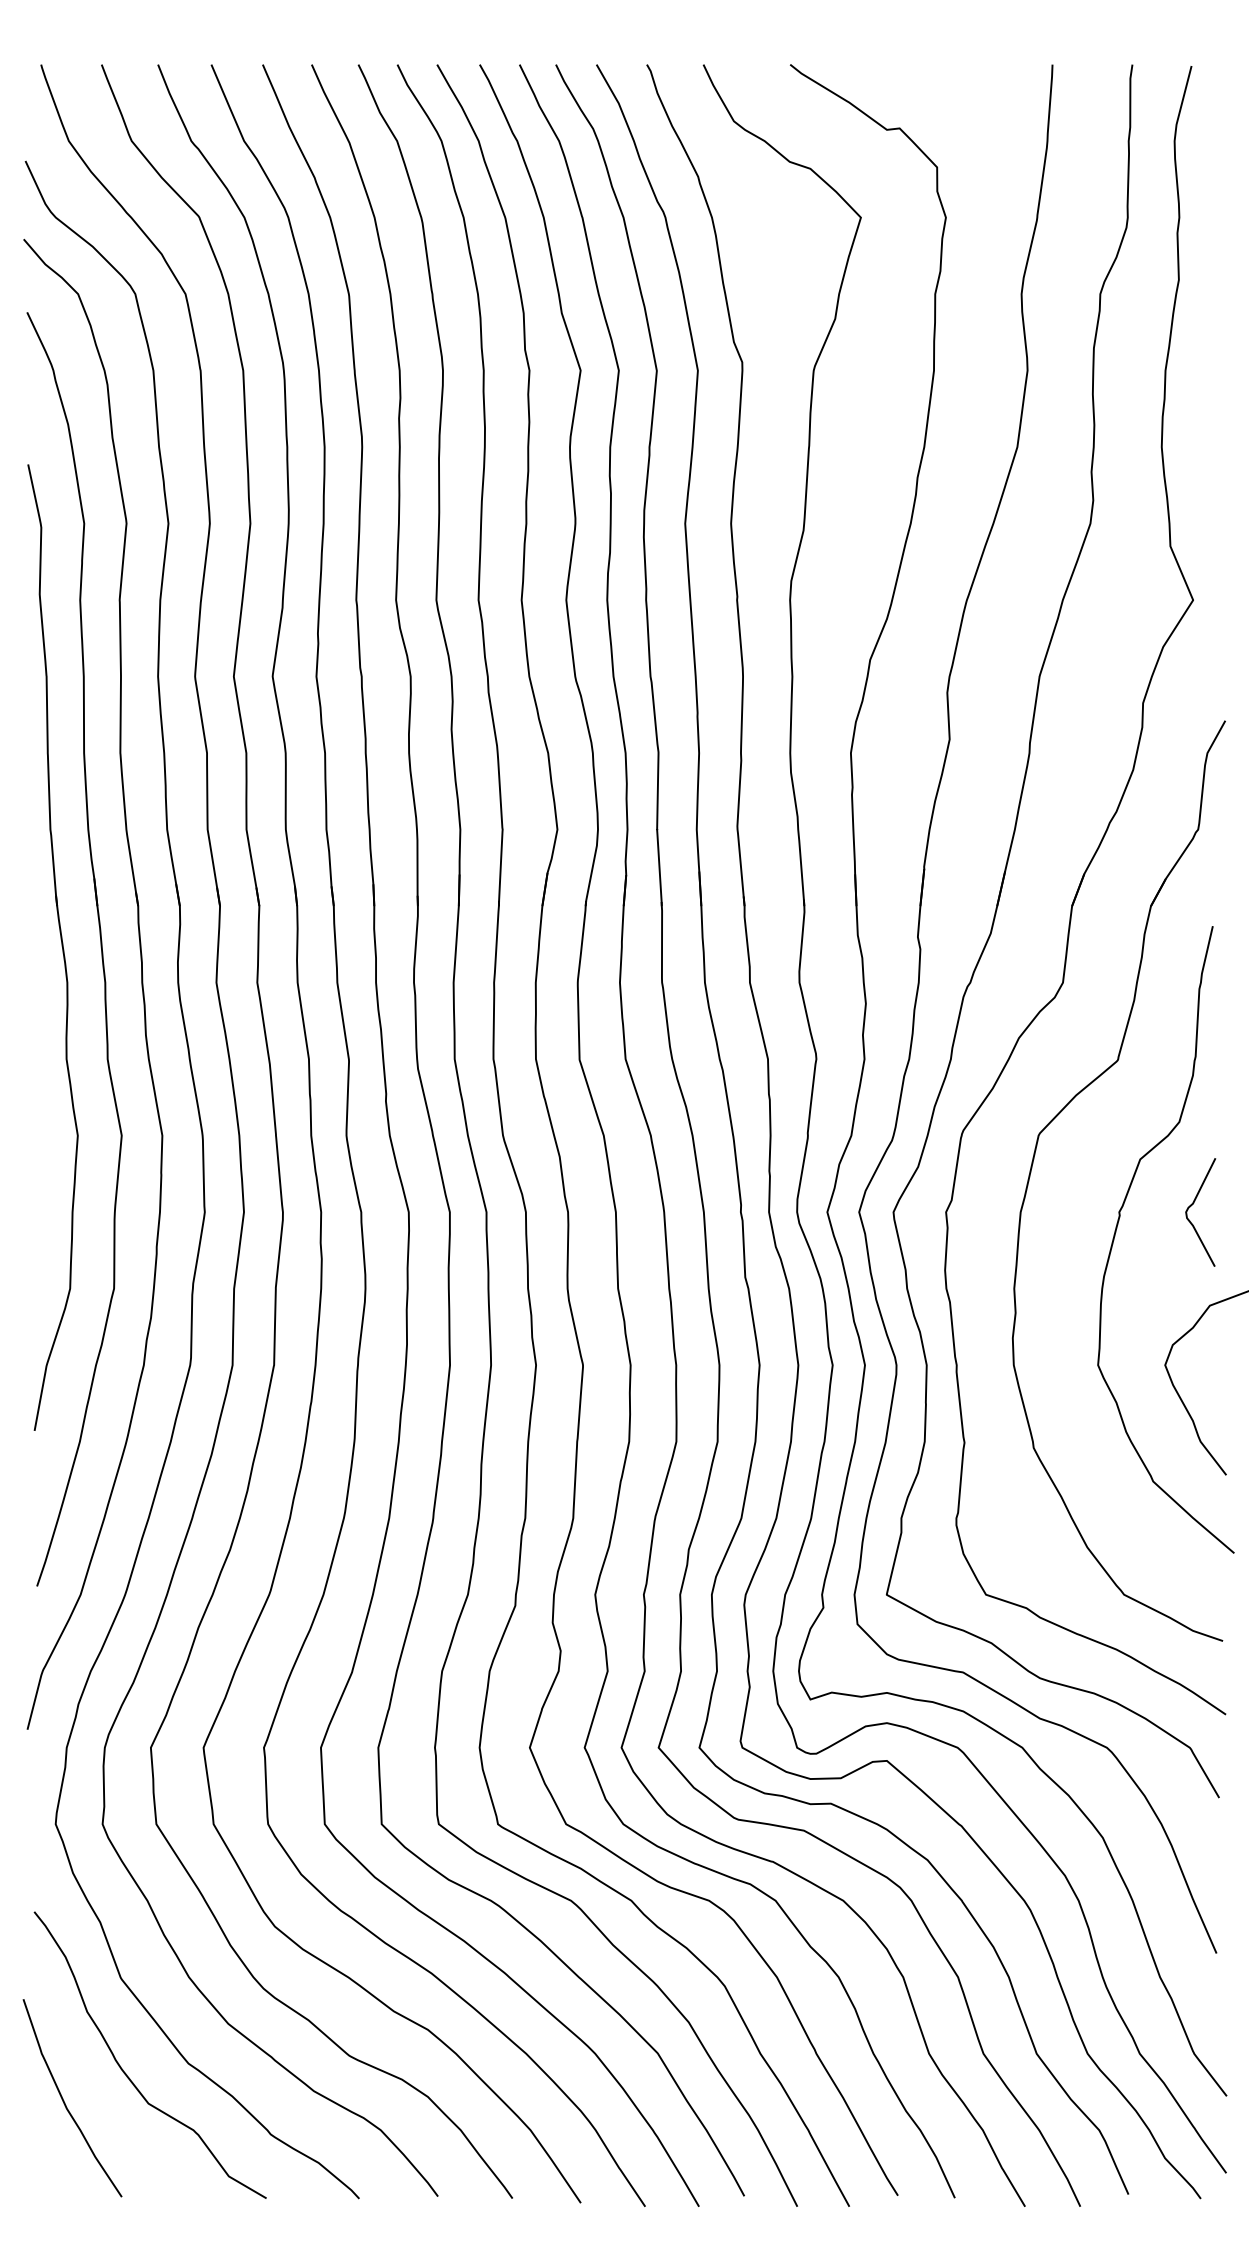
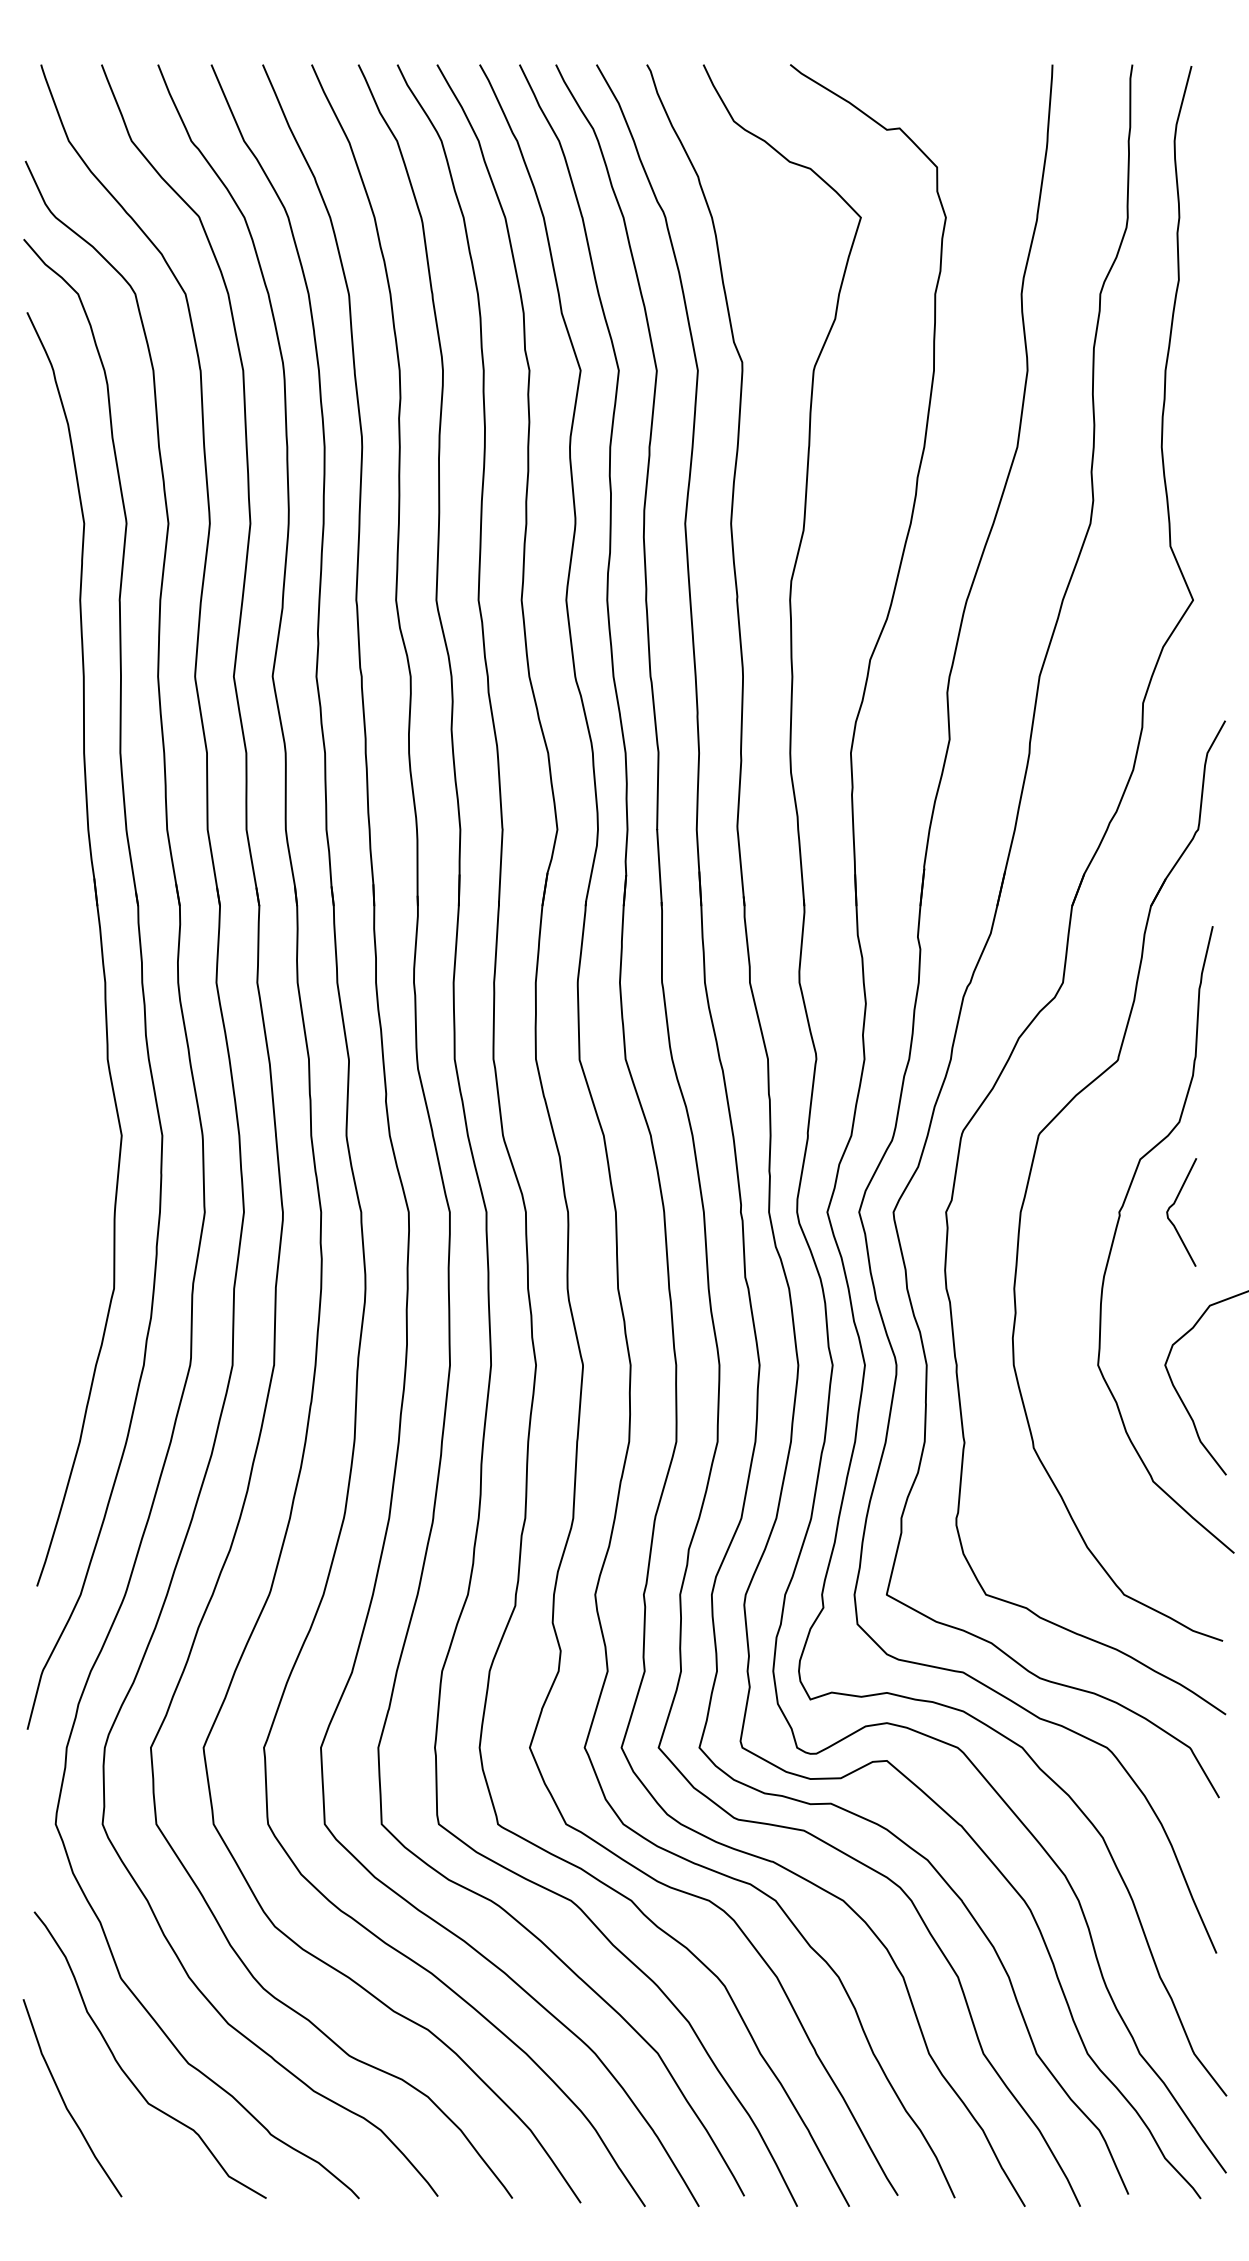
part at (61, 946): present -> none
curve at (1193, 1204) position: (1193, 1204) -> (1174, 1204)
